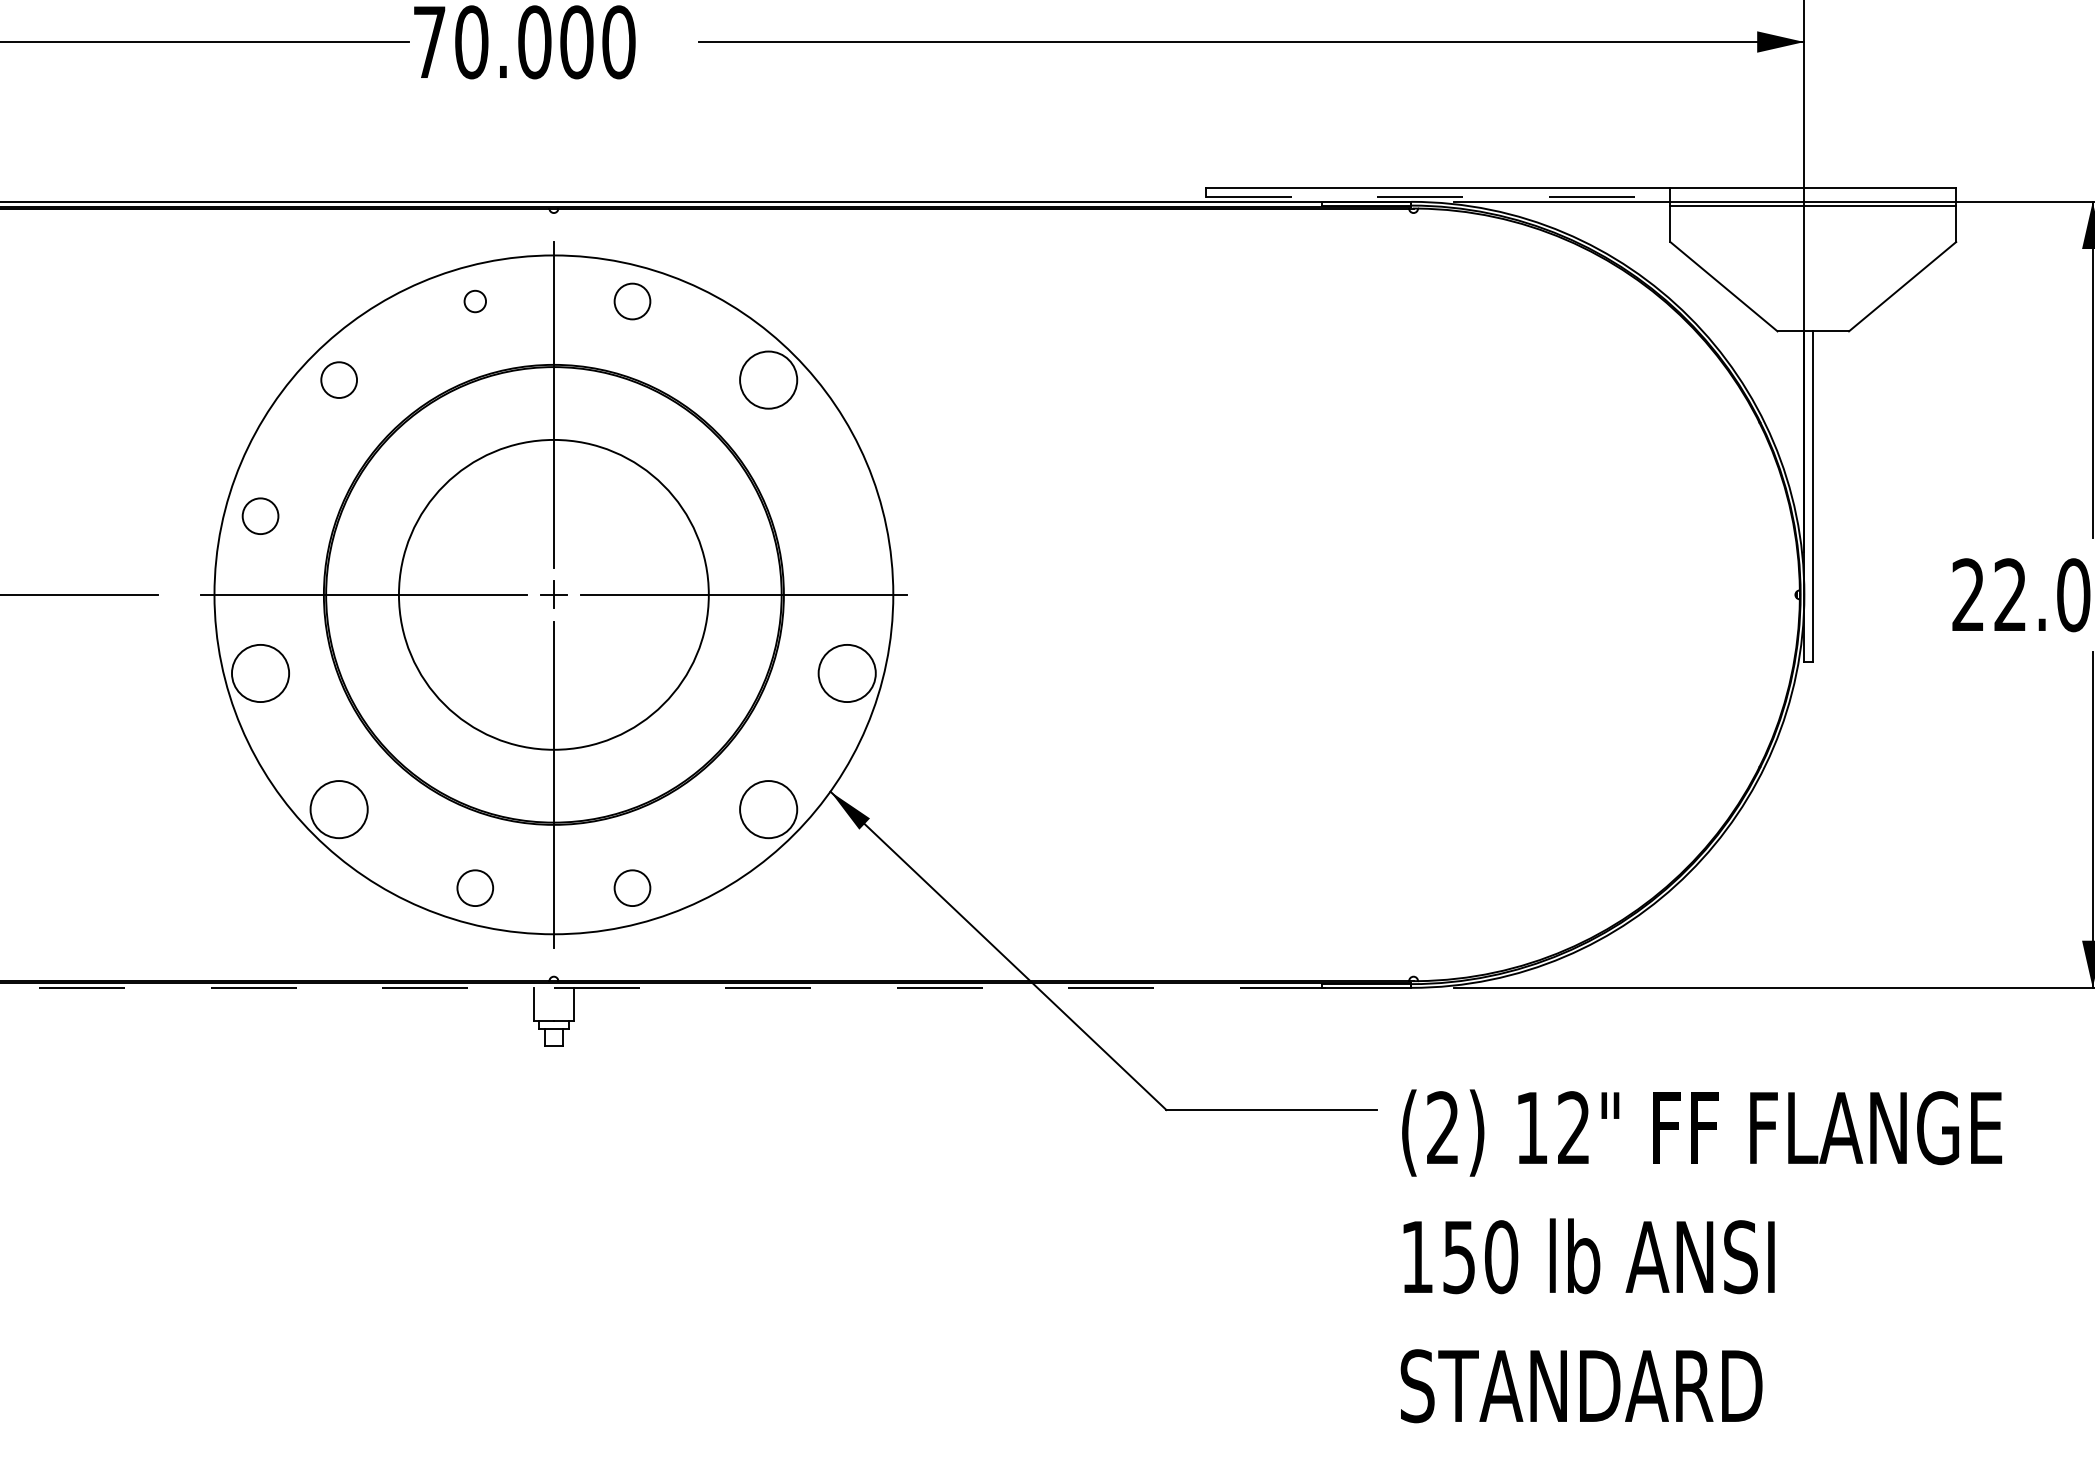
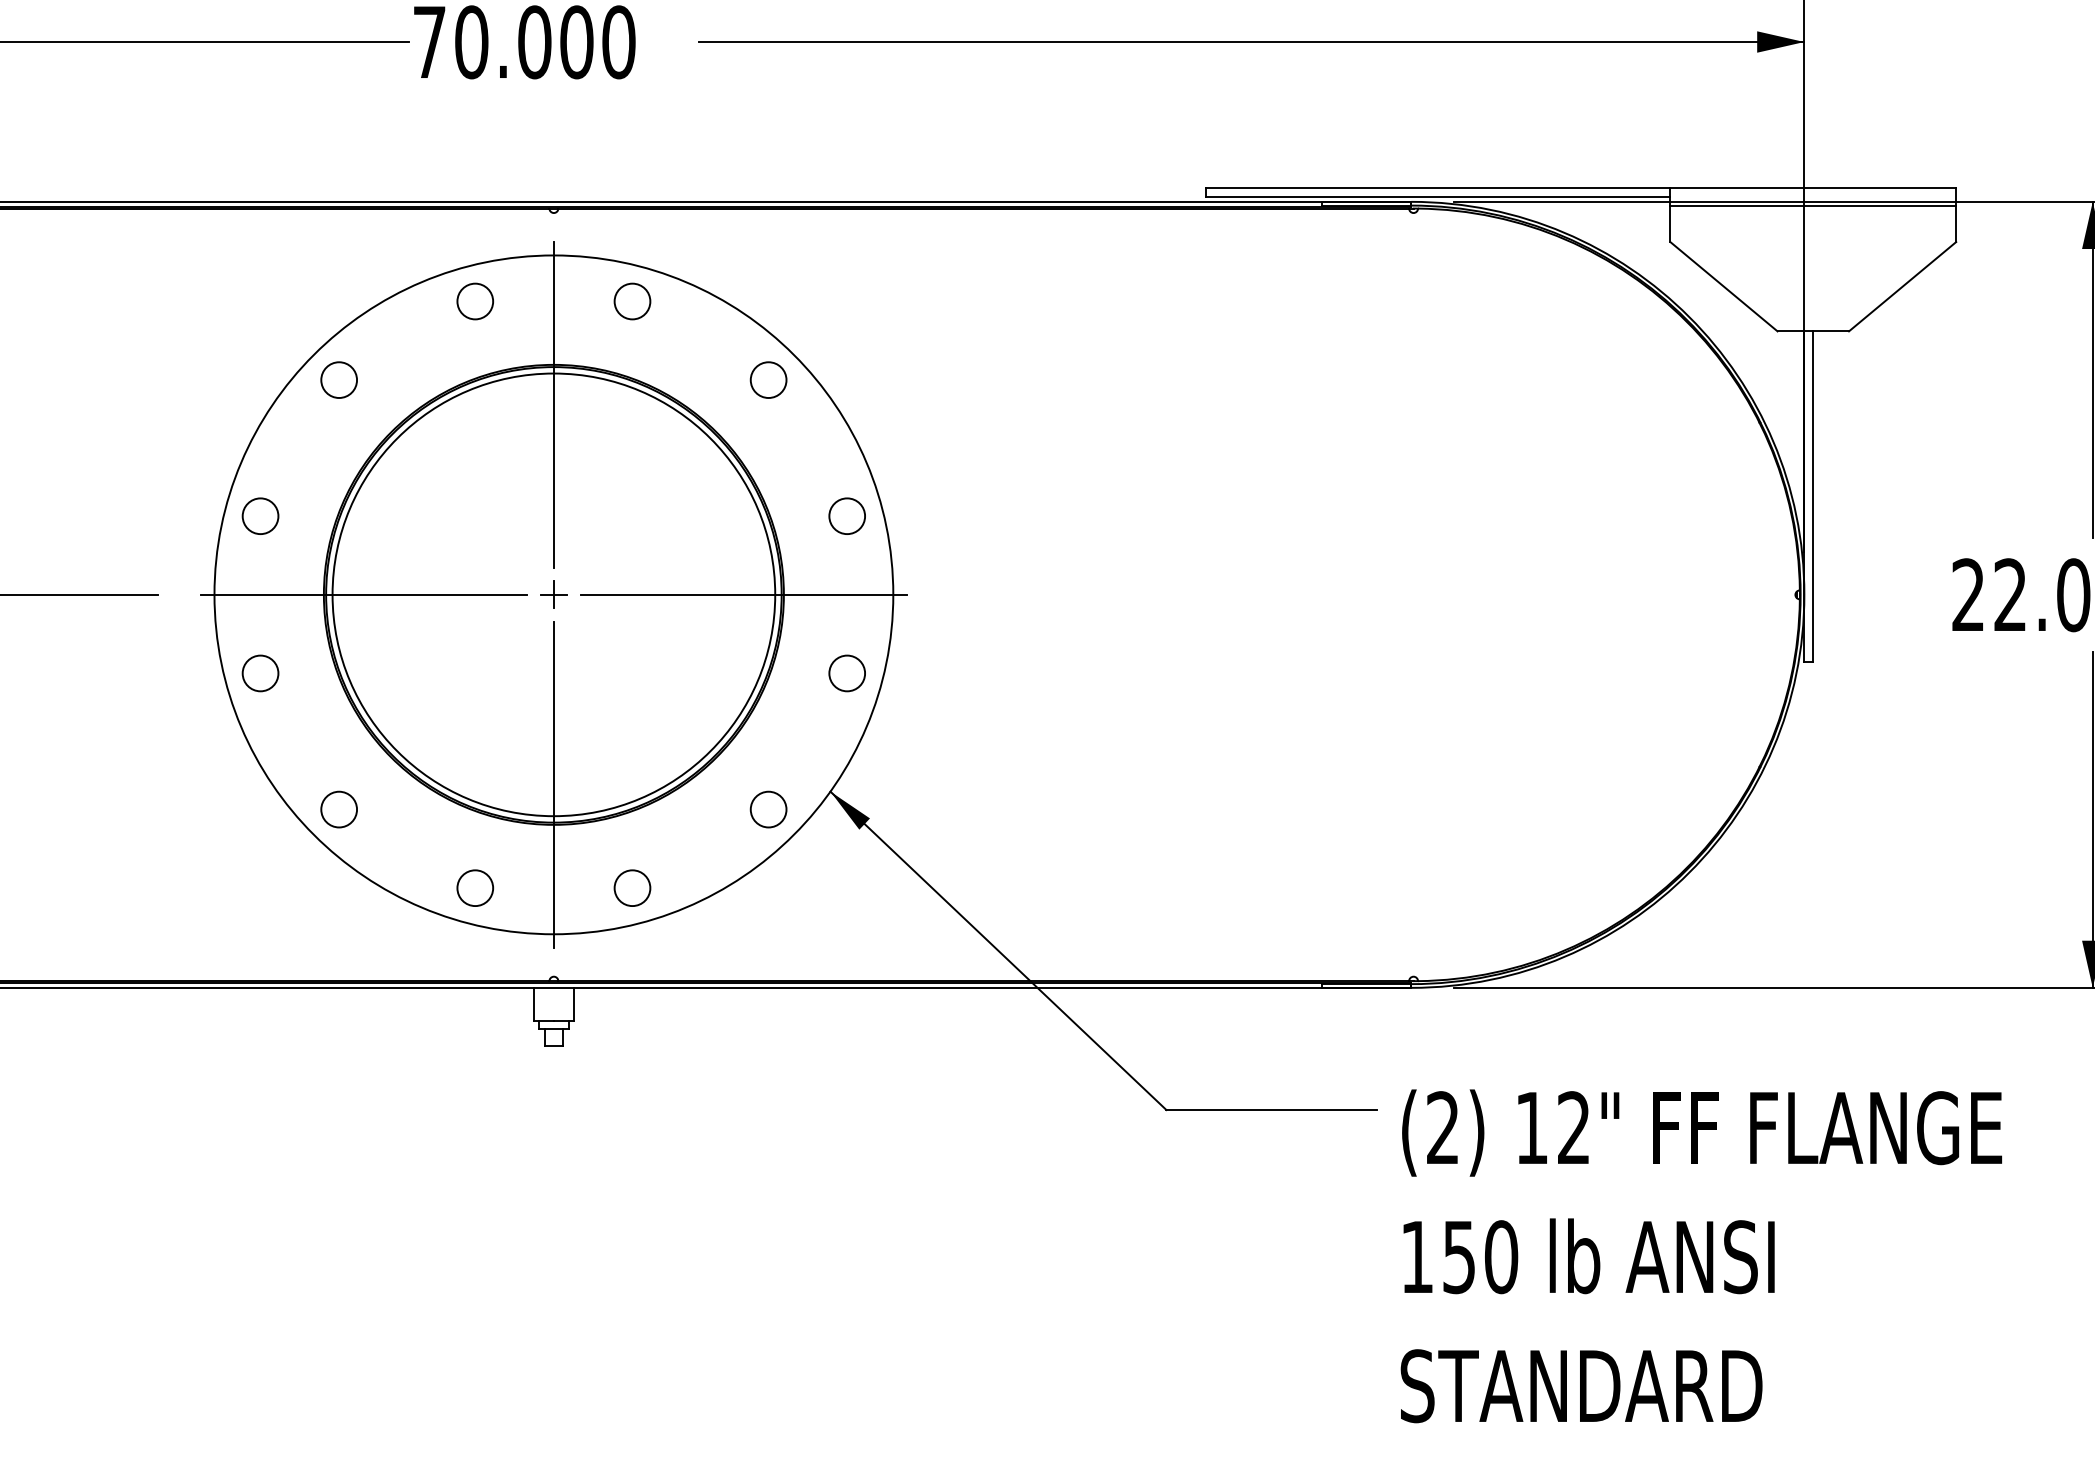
line at (1438, 197): dashed -> solid
circle at (475, 301) diameter: 21 px -> 36 px
circle at (768, 379) diameter: 57 px -> 36 px
circle at (846, 515): none -> present
circle at (553, 594) diameter: 310 px -> 443 px
circle at (260, 673) diameter: 57 px -> 36 px
circle at (846, 673) diameter: 57 px -> 36 px
circle at (338, 809) diameter: 57 px -> 36 px
circle at (768, 809) diameter: 57 px -> 36 px
line at (706, 987): dashed -> solid
